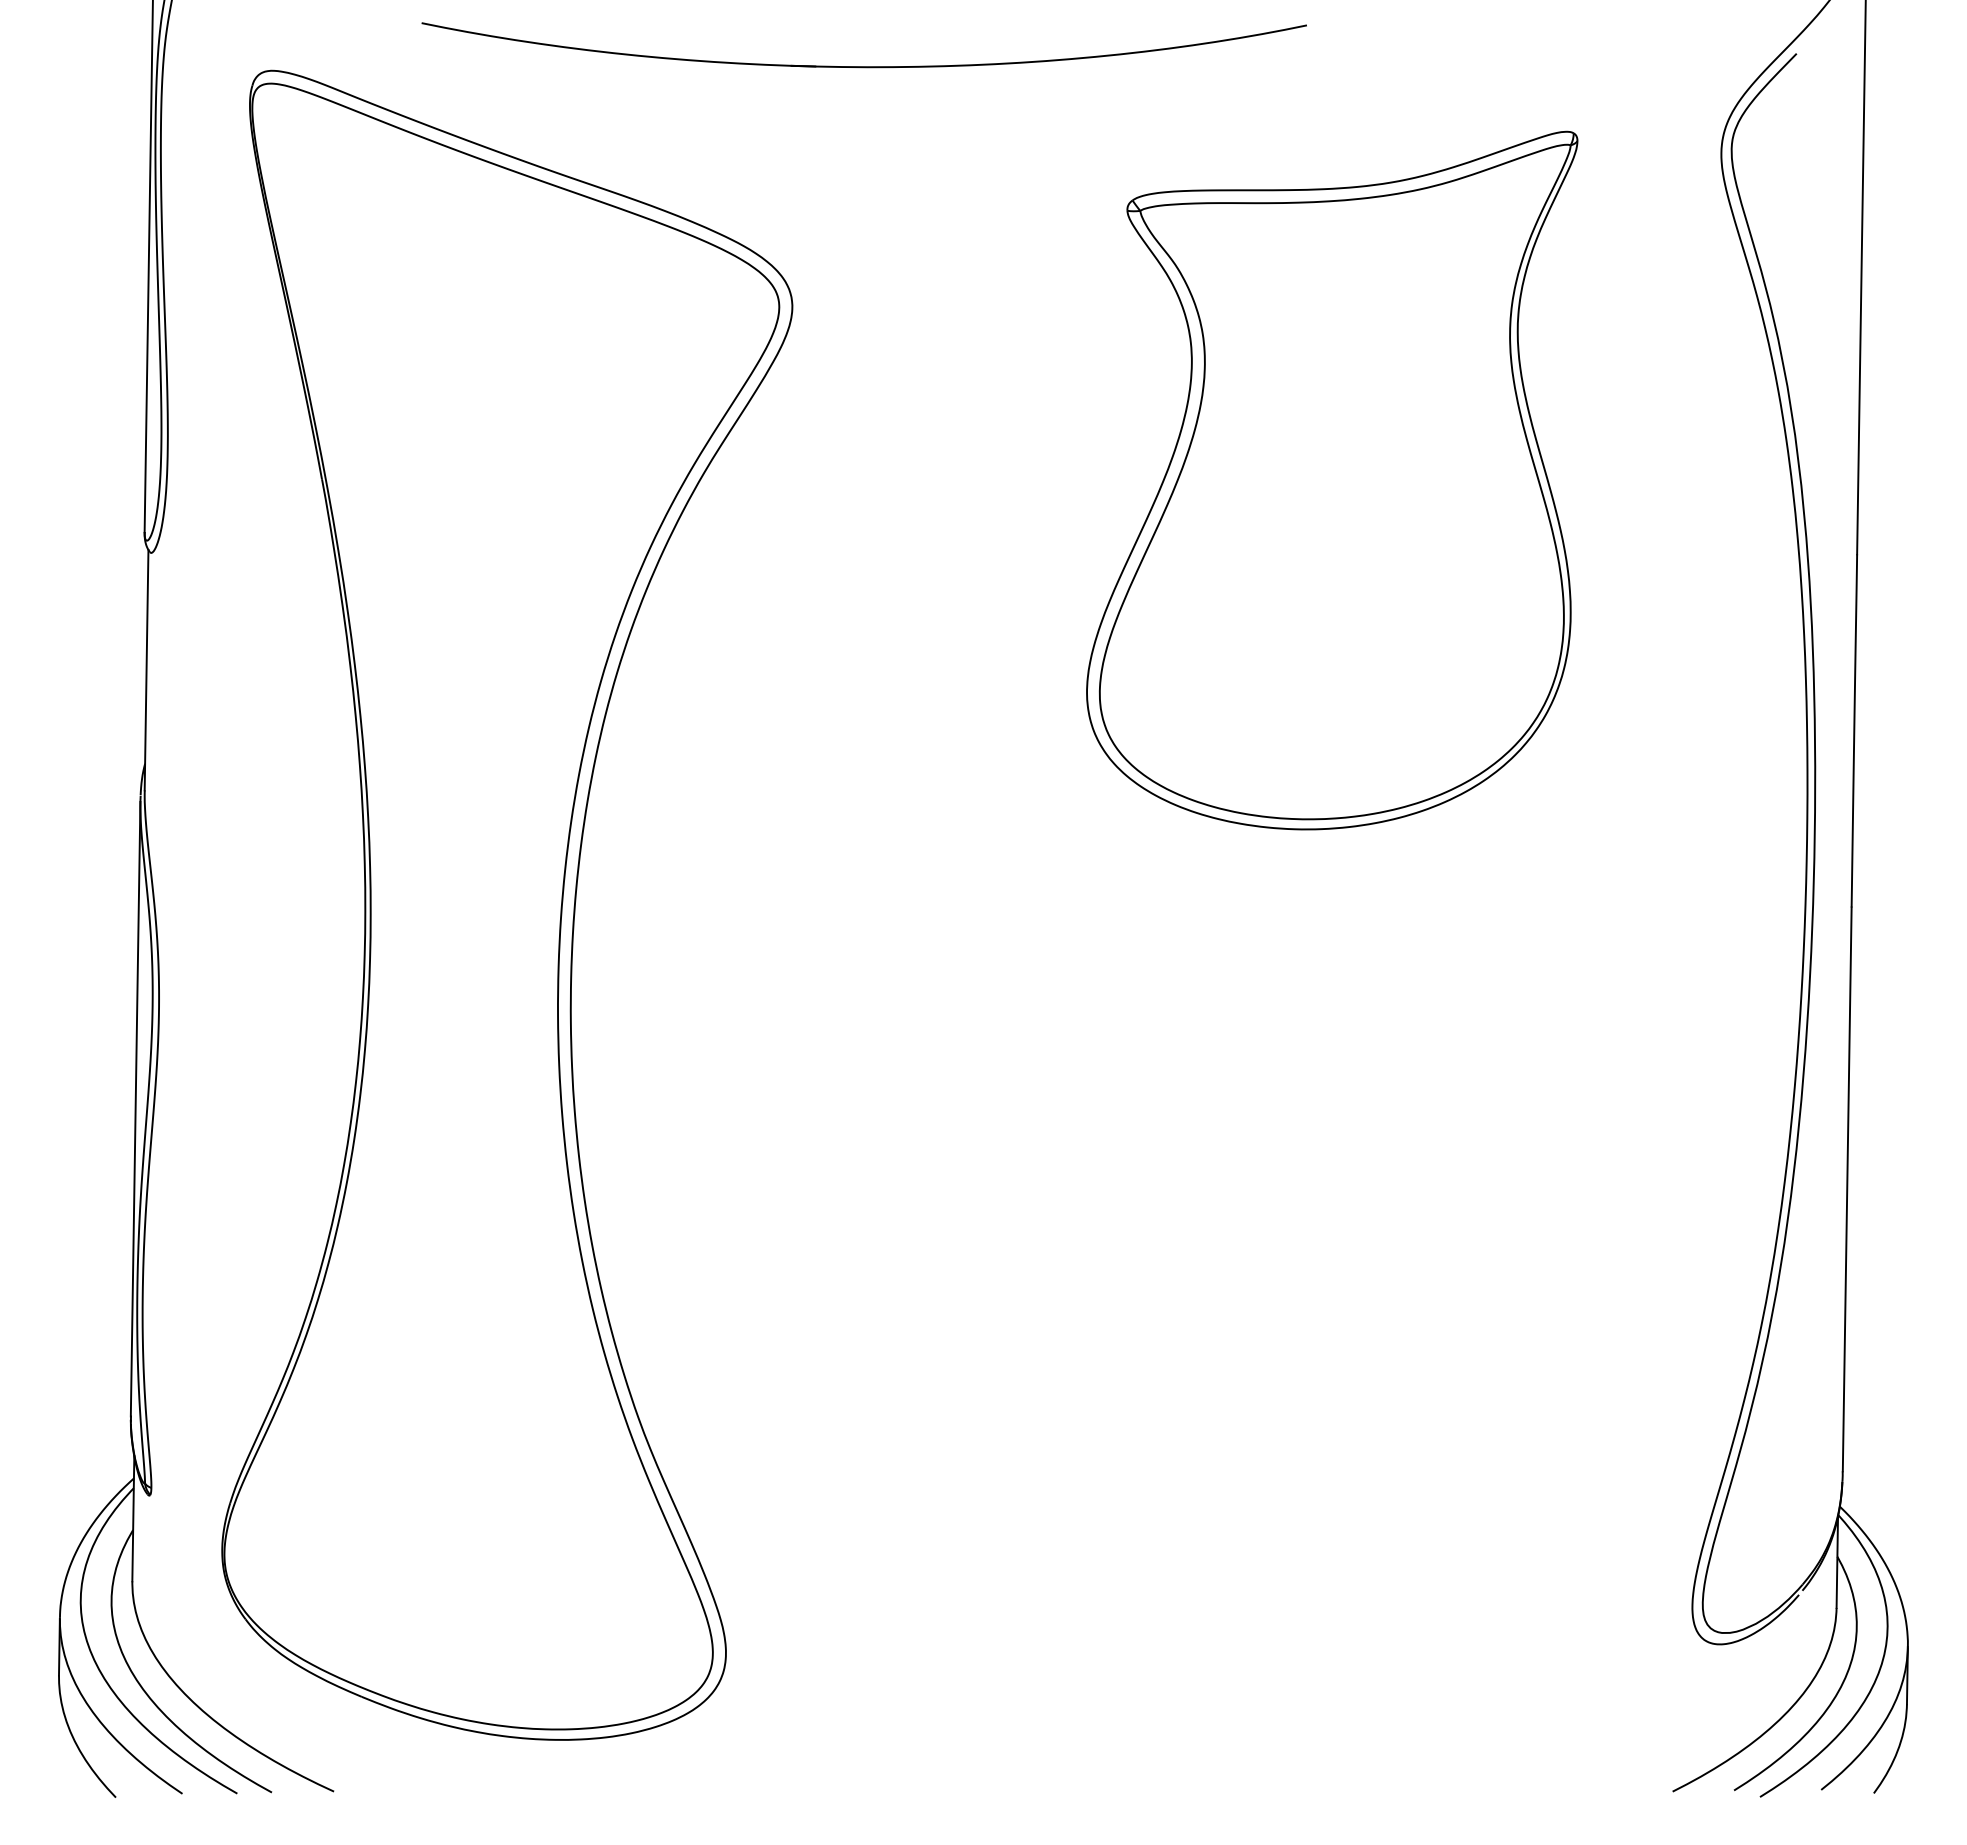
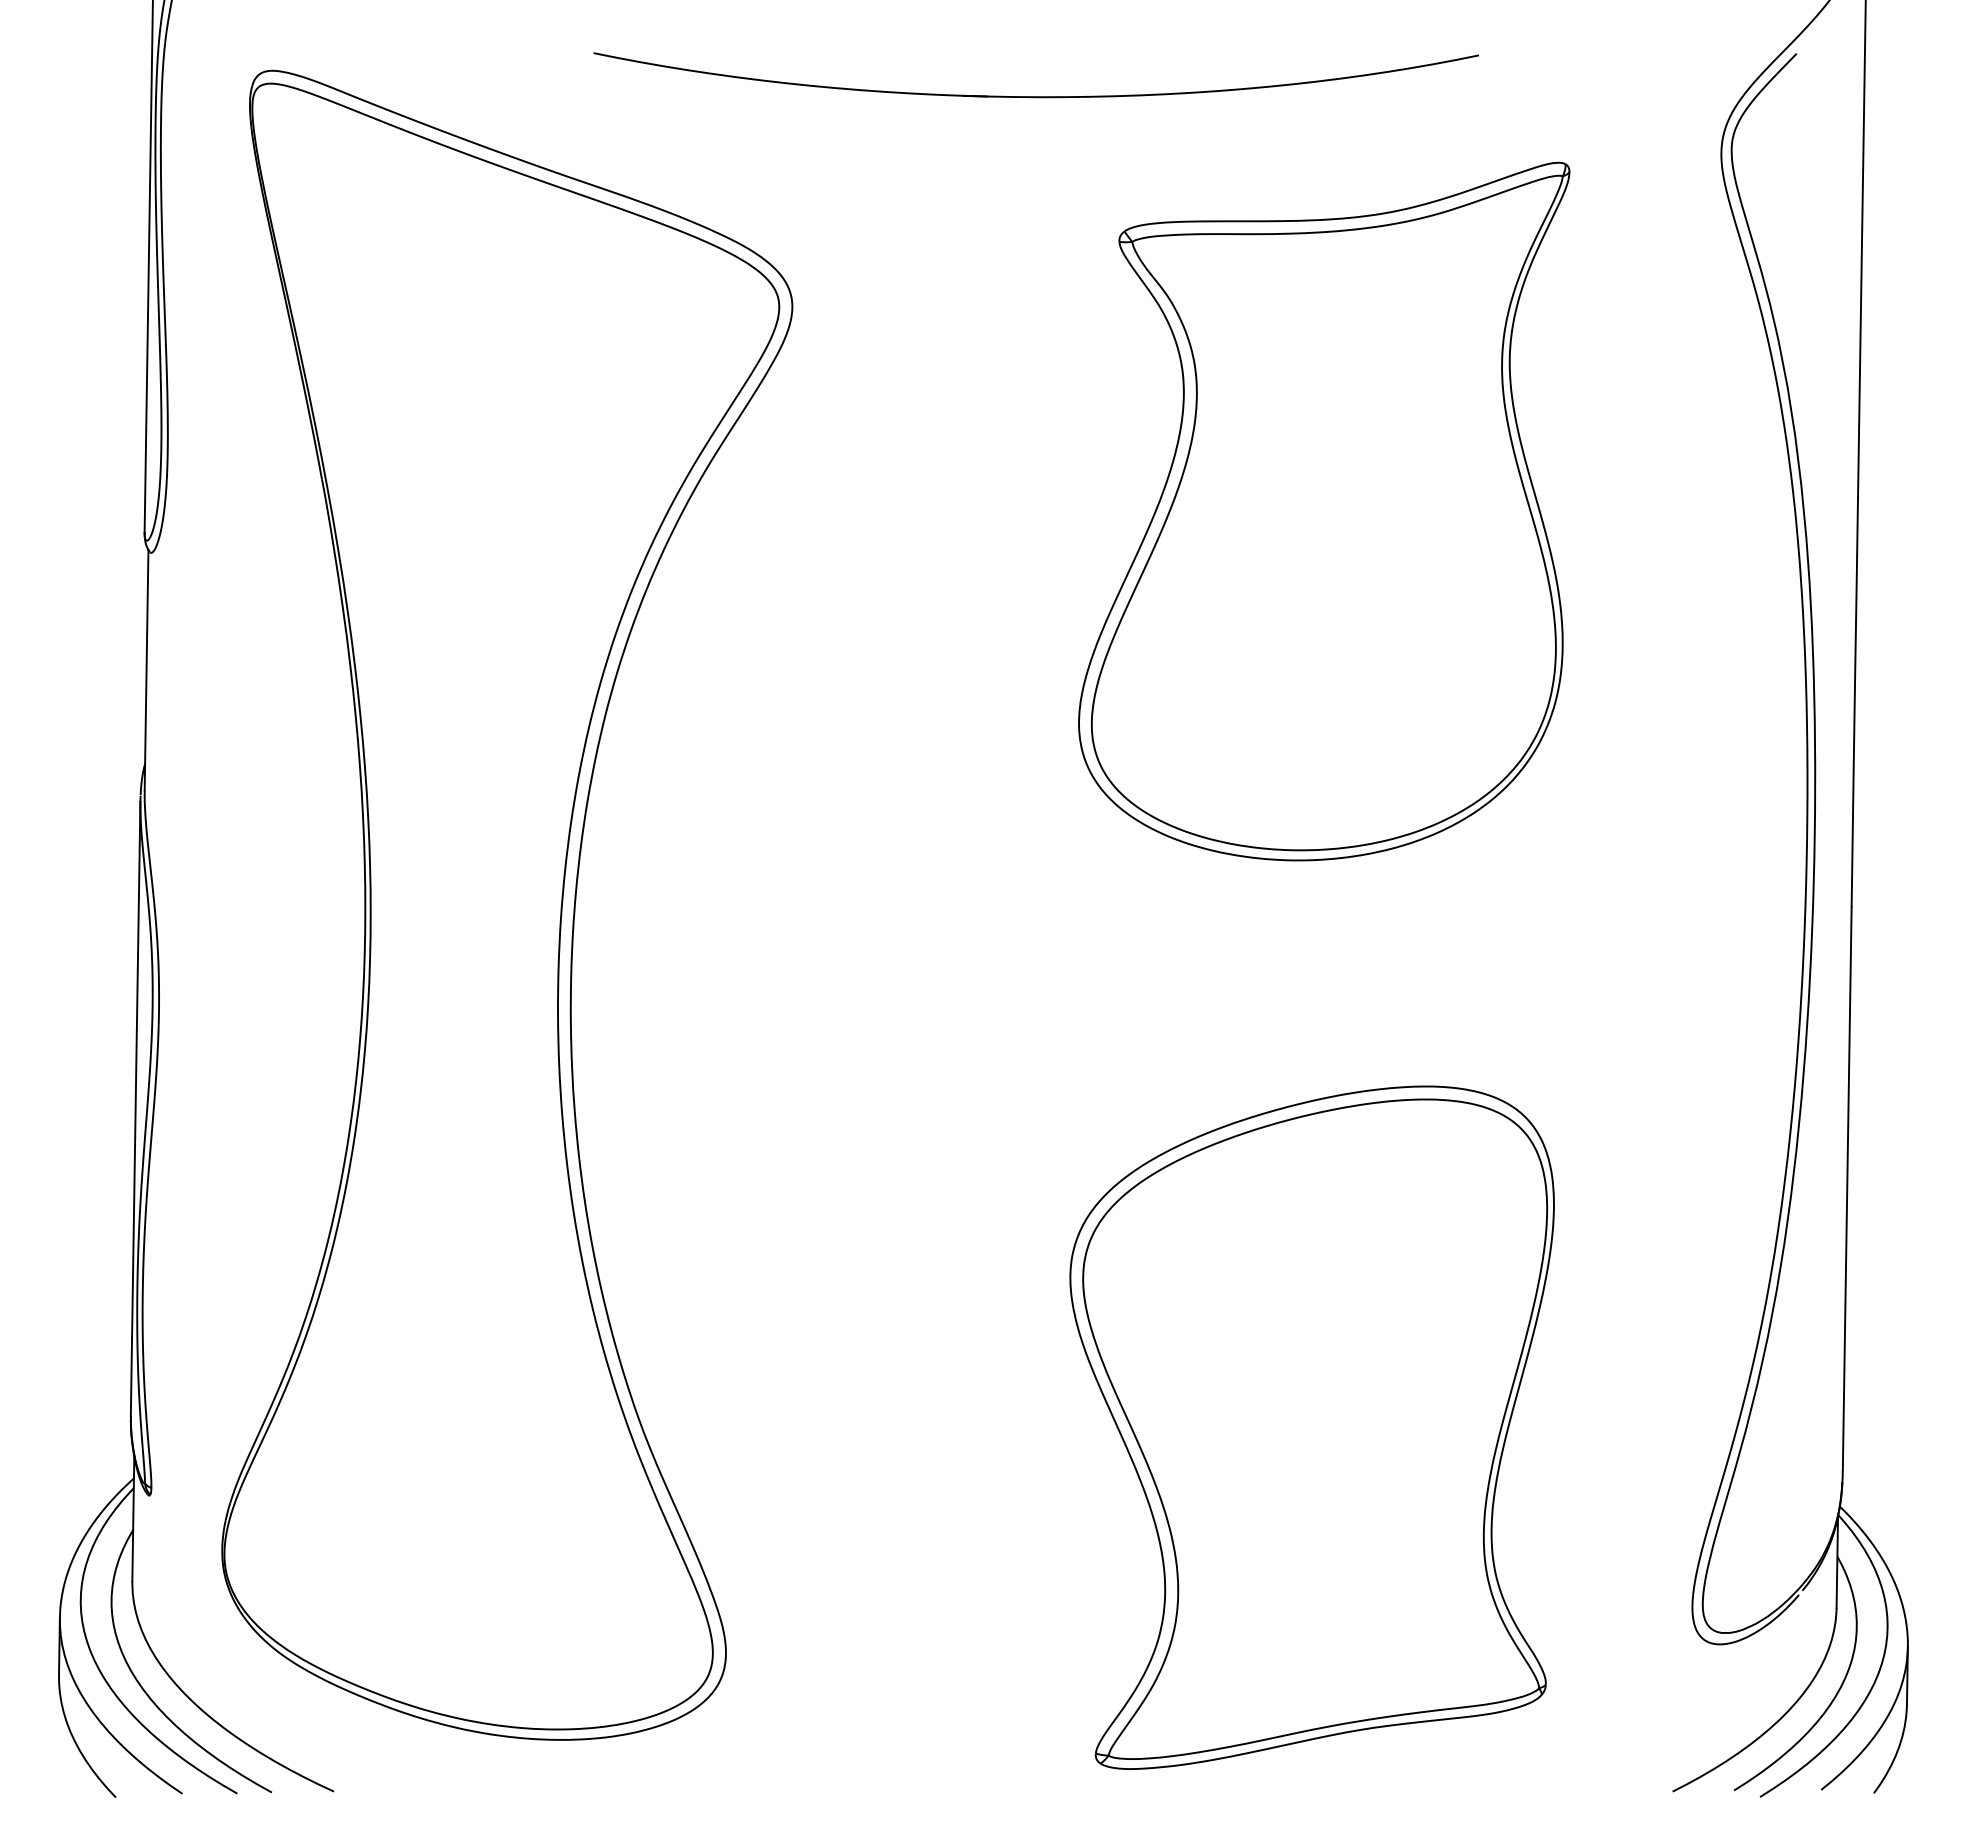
part at (863, 66) position: (863, 66) -> (1035, 96)
part at (1332, 480) position: (1332, 480) -> (1324, 511)
part at (1311, 1427): none -> present
